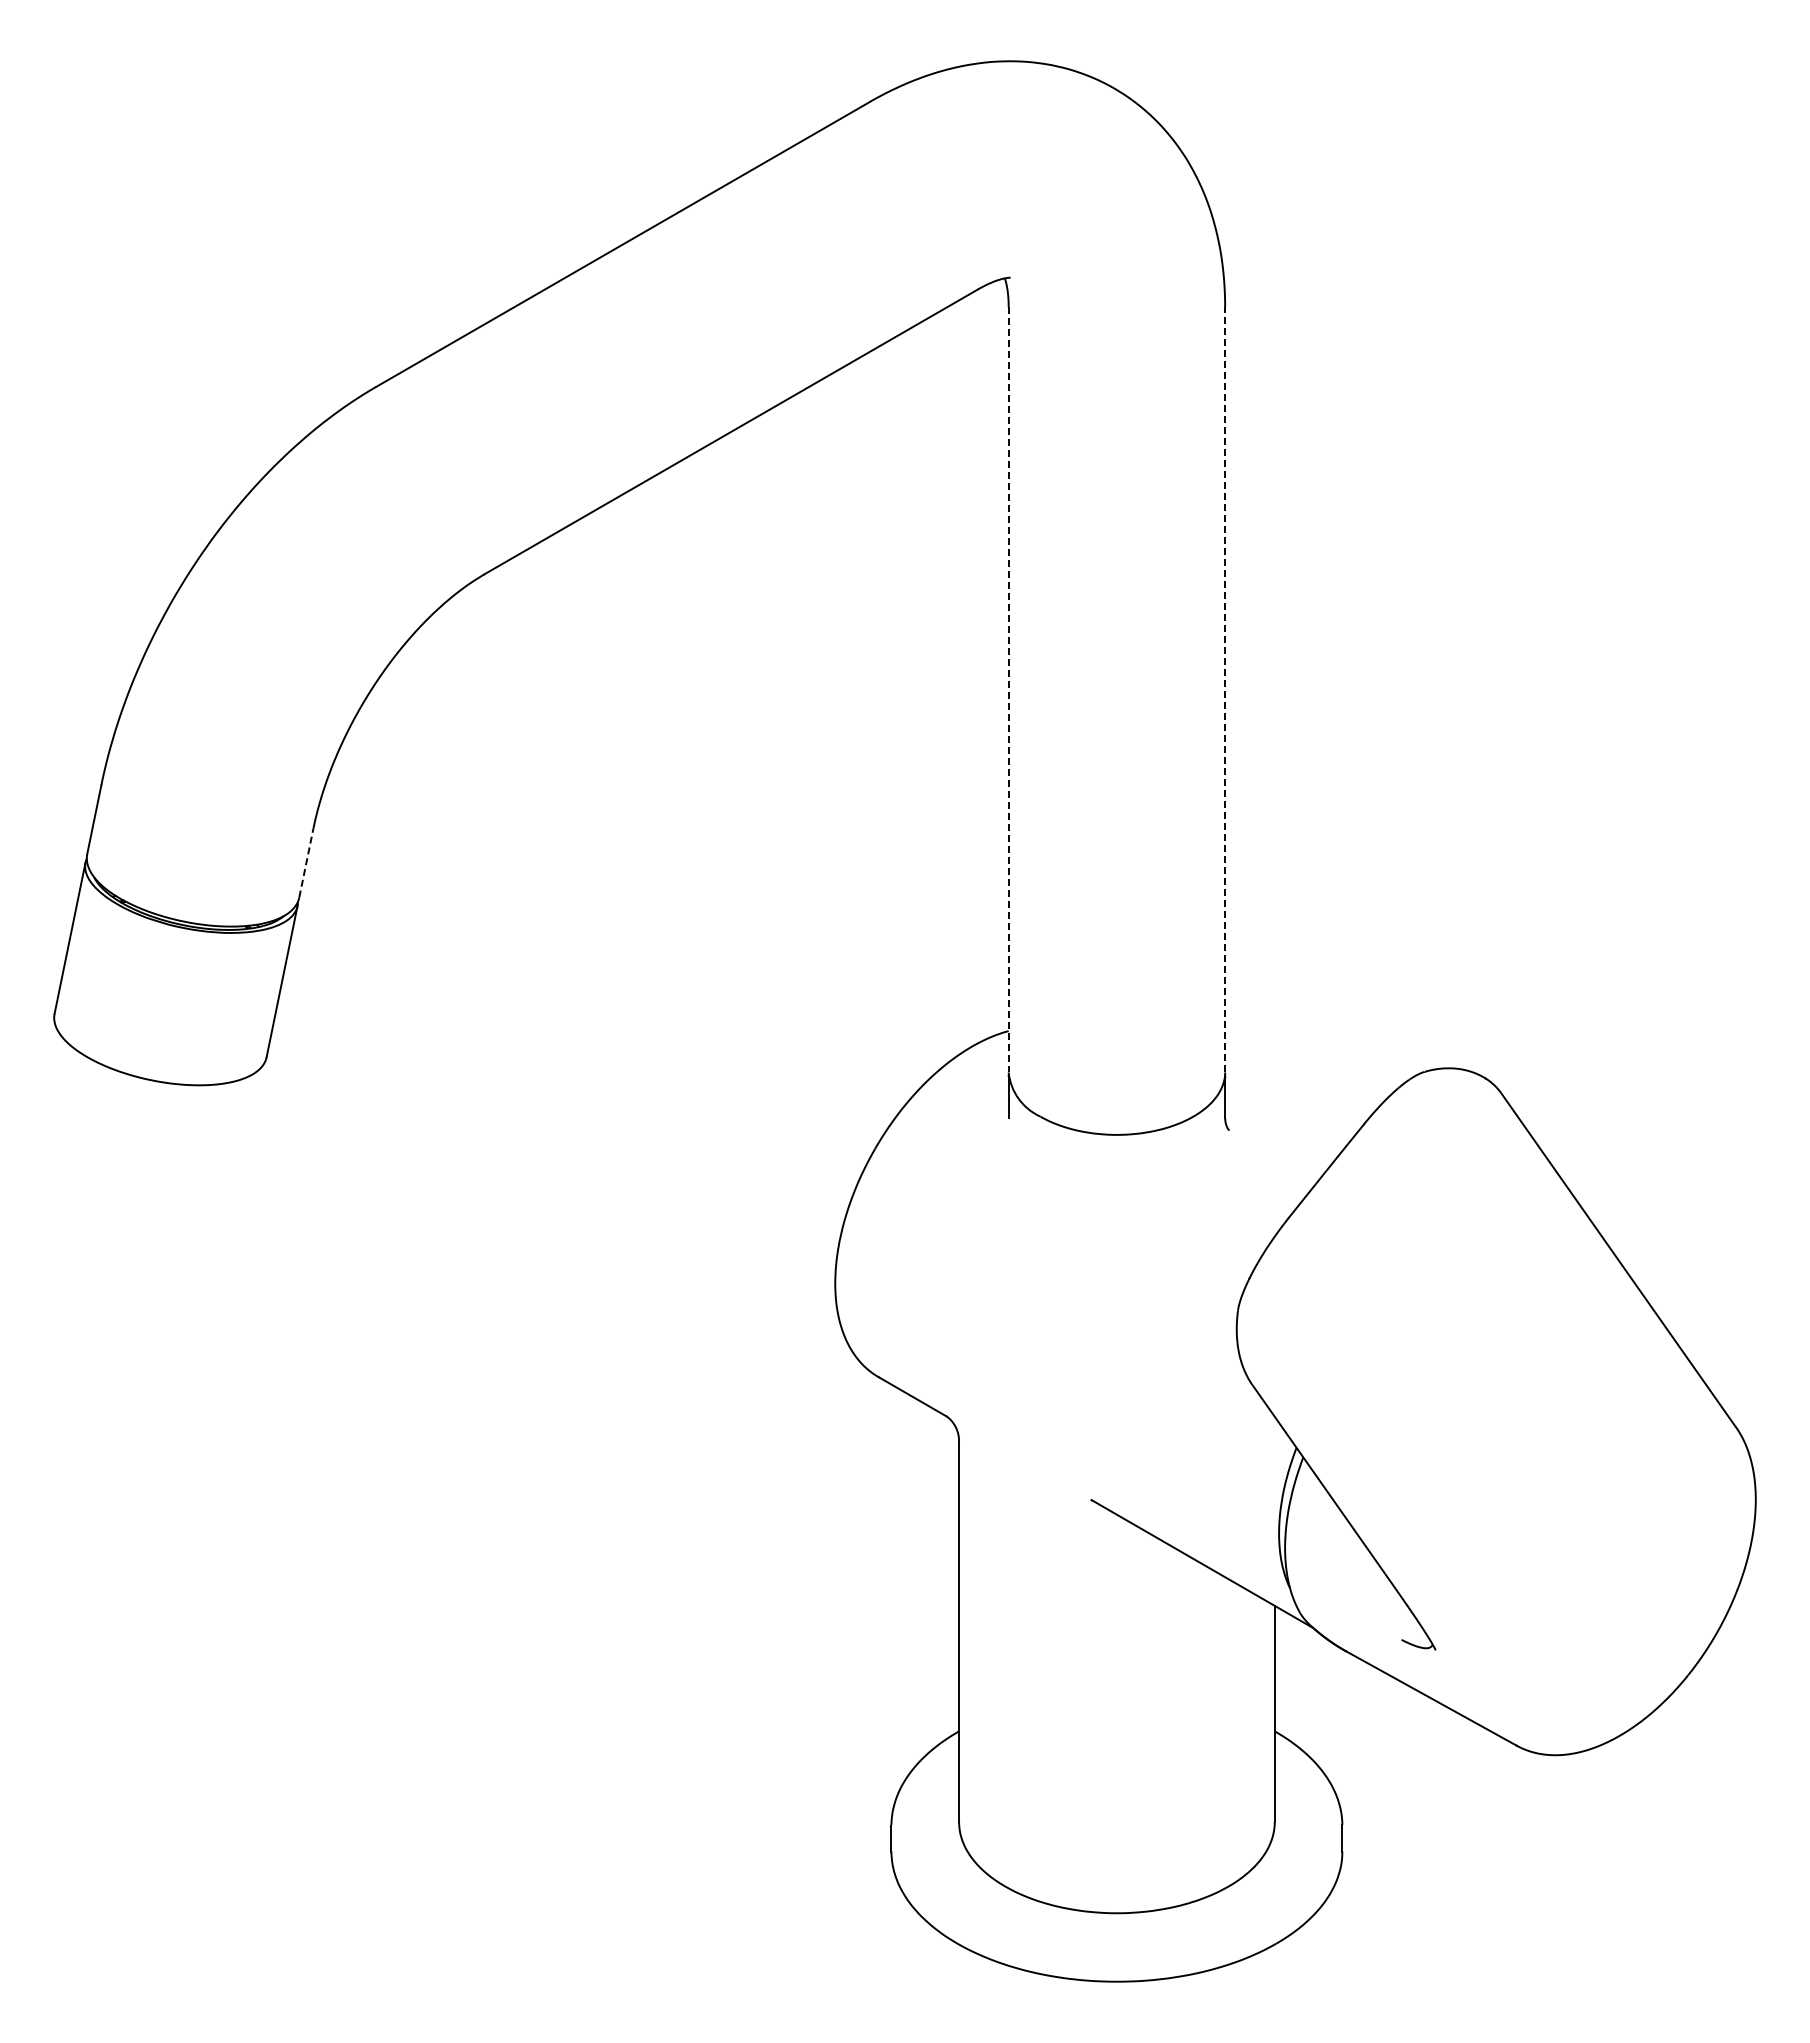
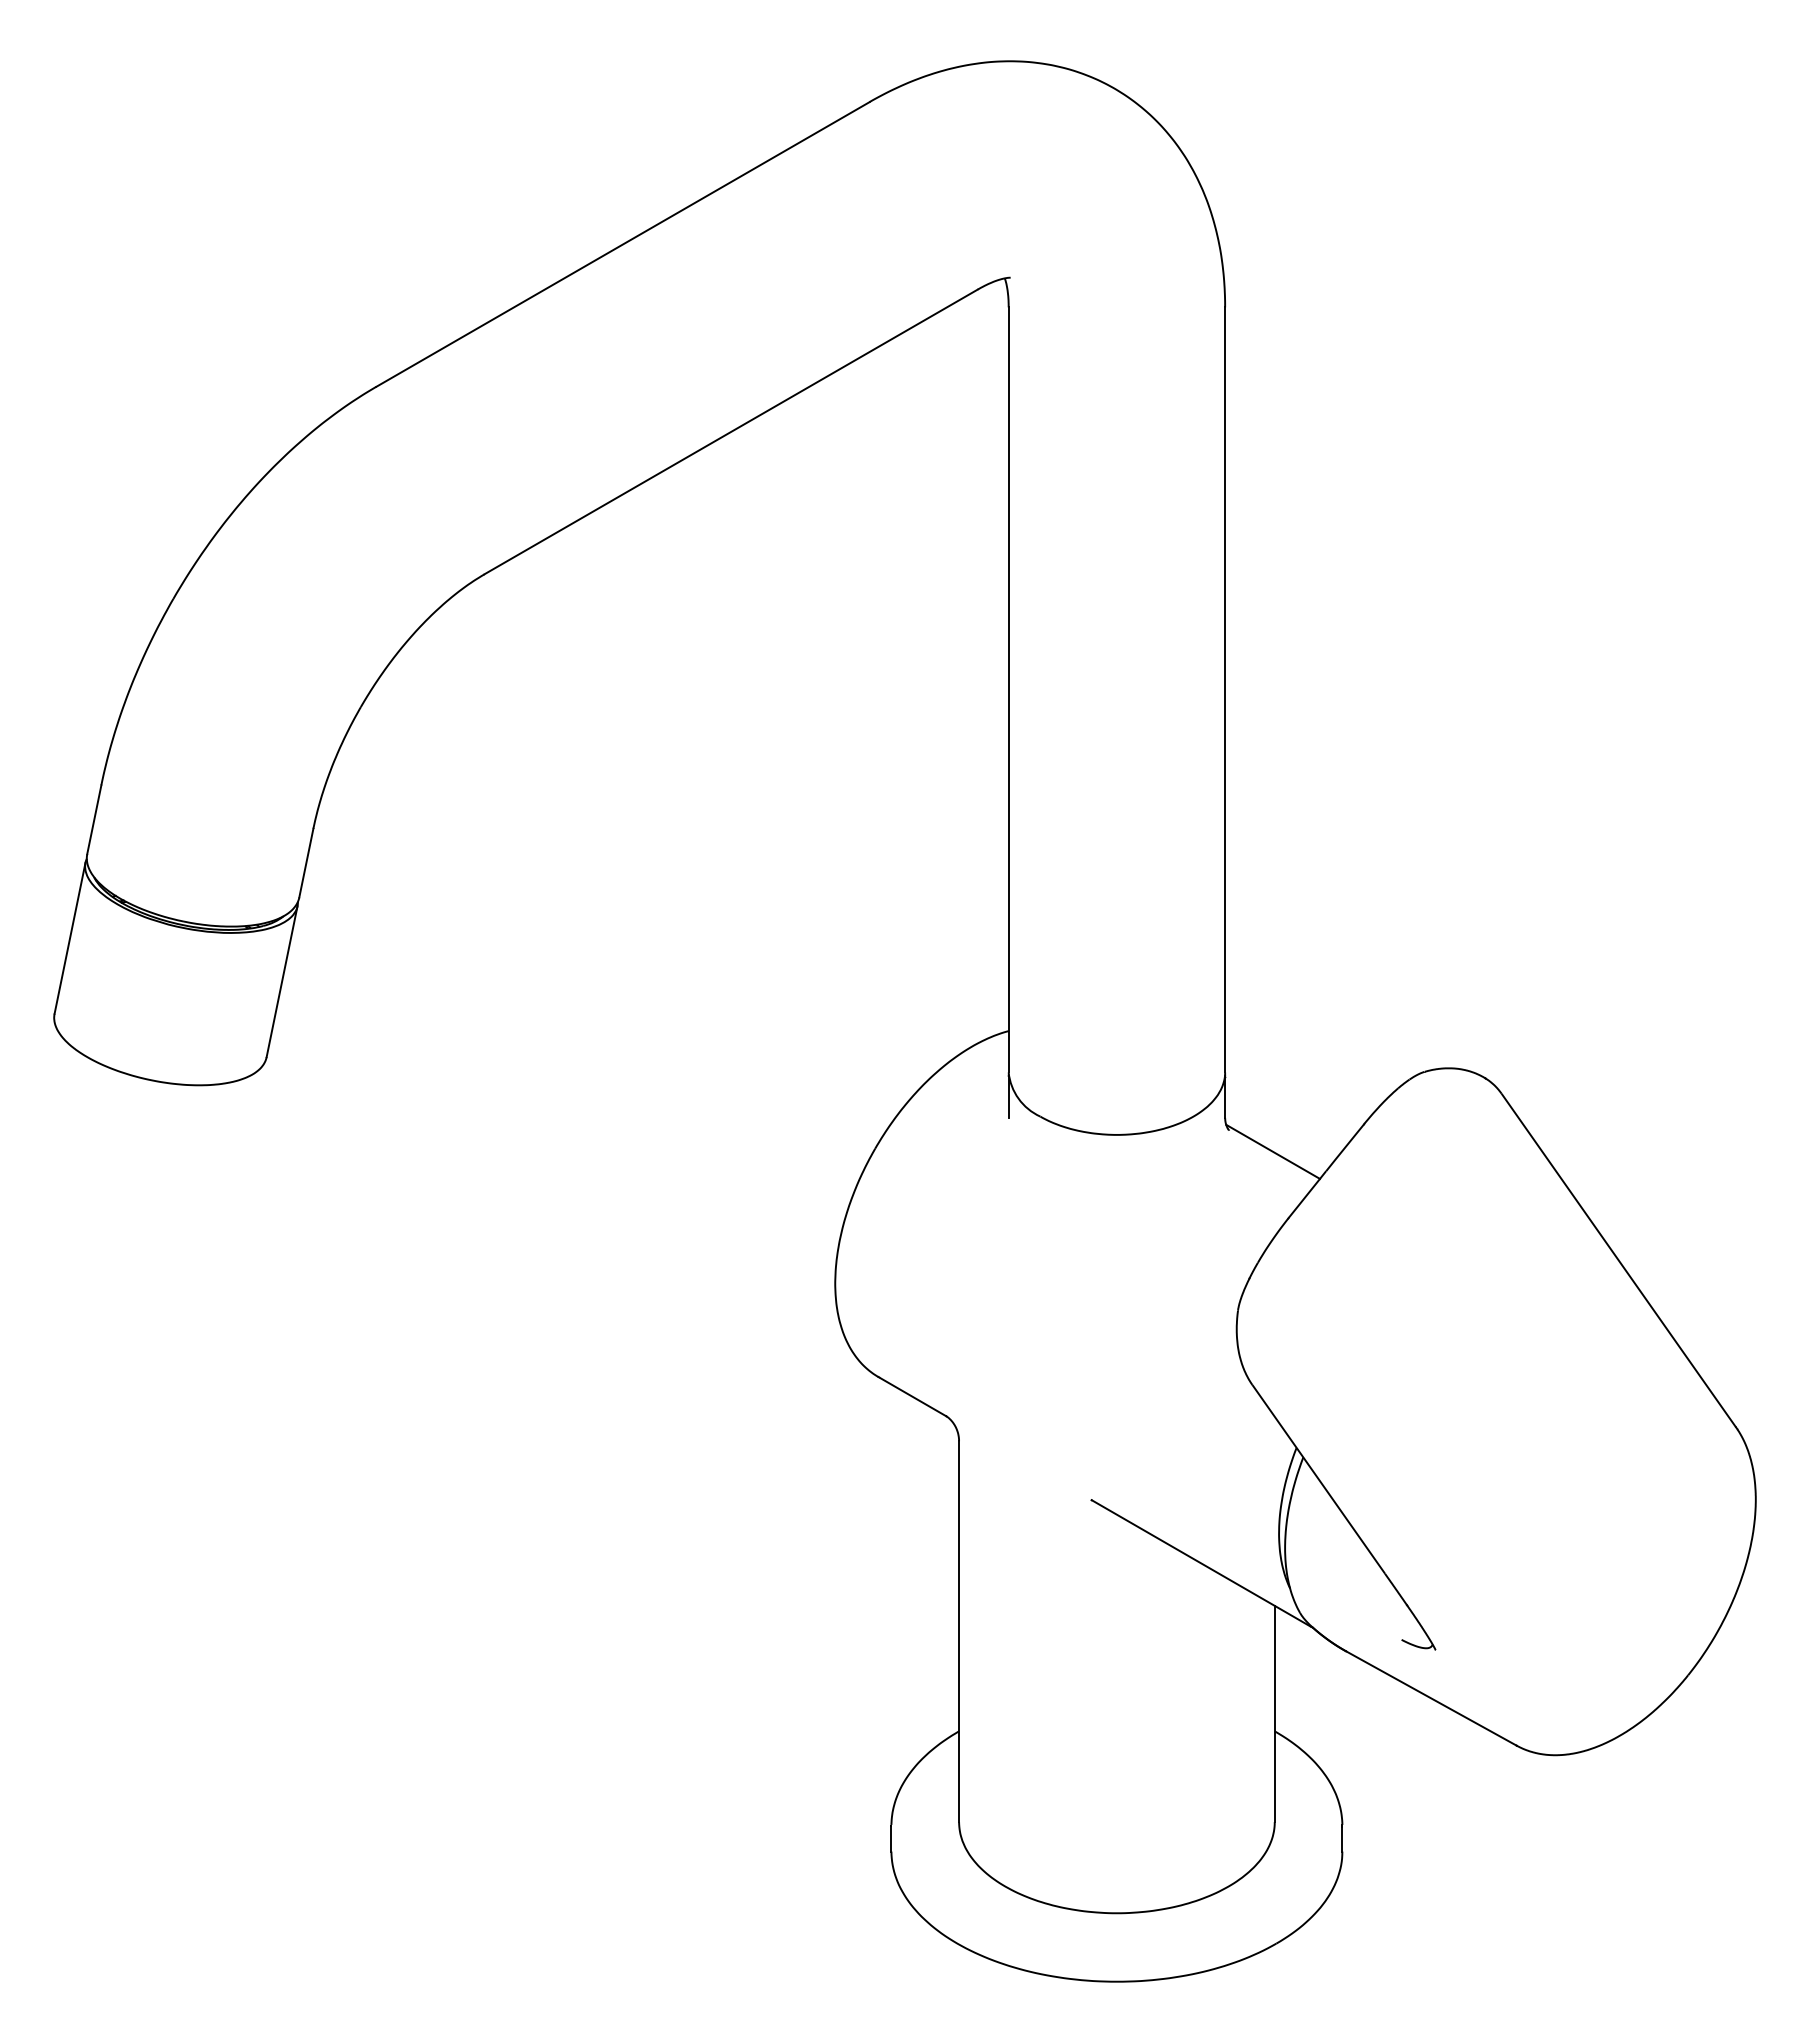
line at (1225, 689): dashed -> solid
line at (1008, 690): dashed -> solid
line at (306, 862): dashed -> solid
line at (1273, 1151): none -> present
